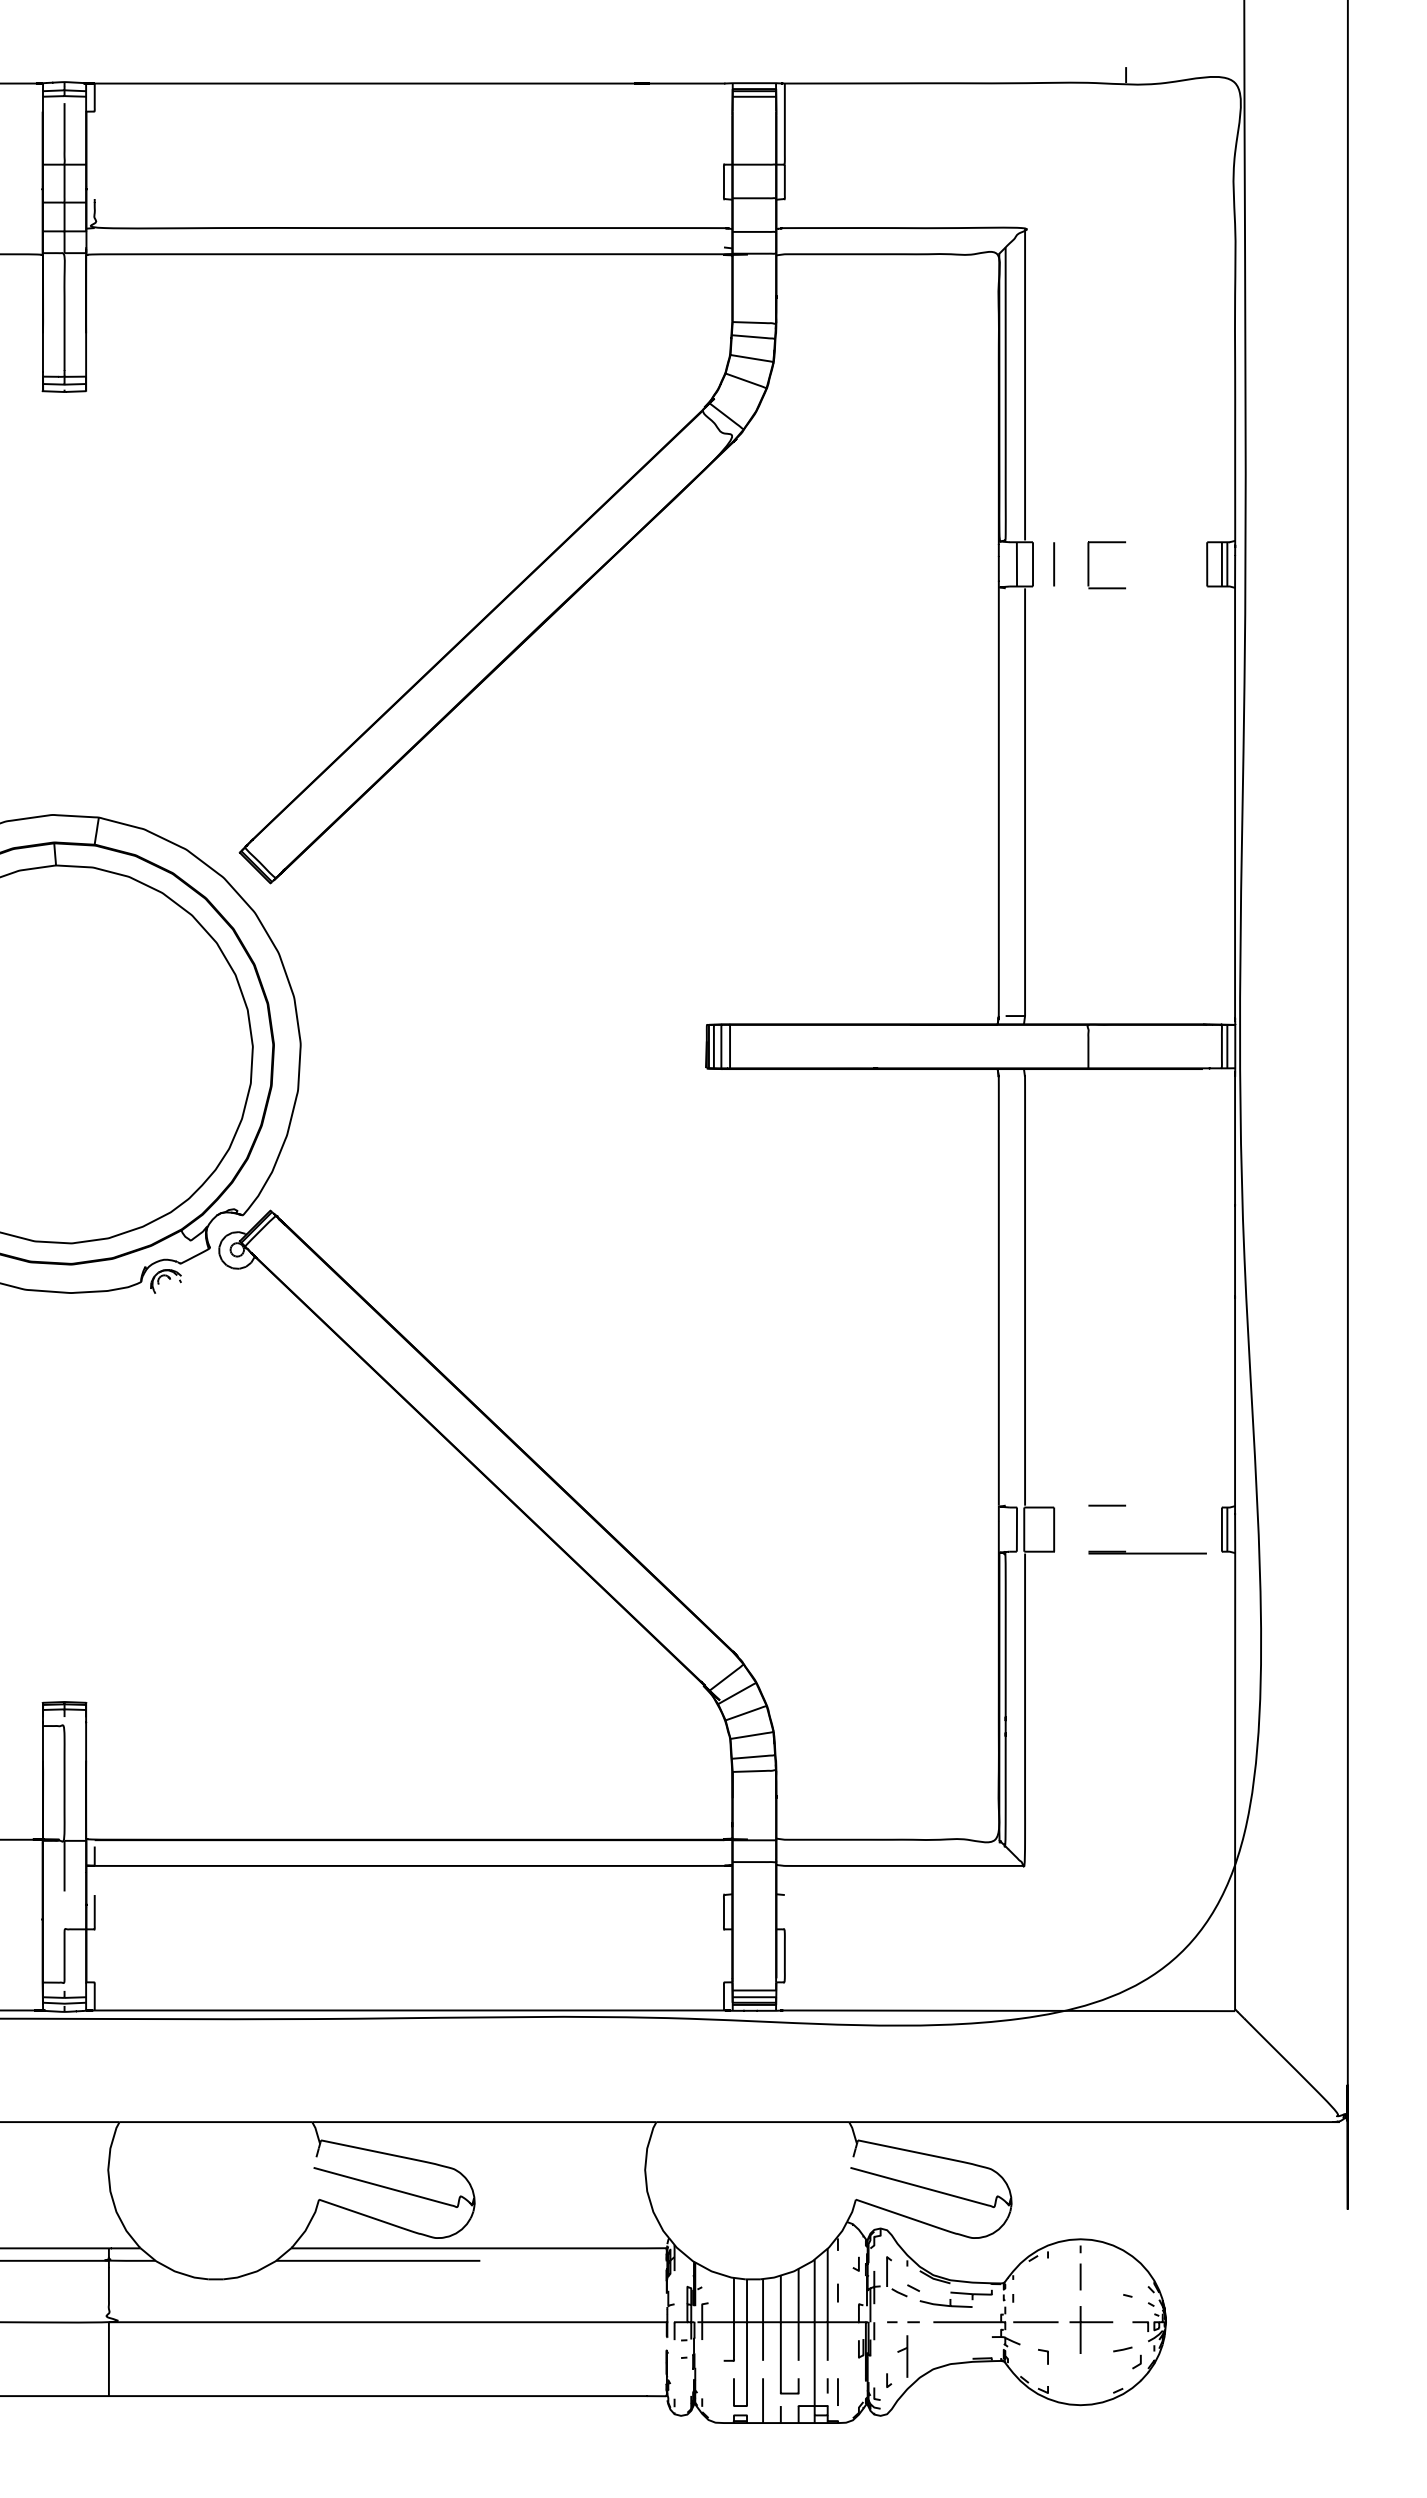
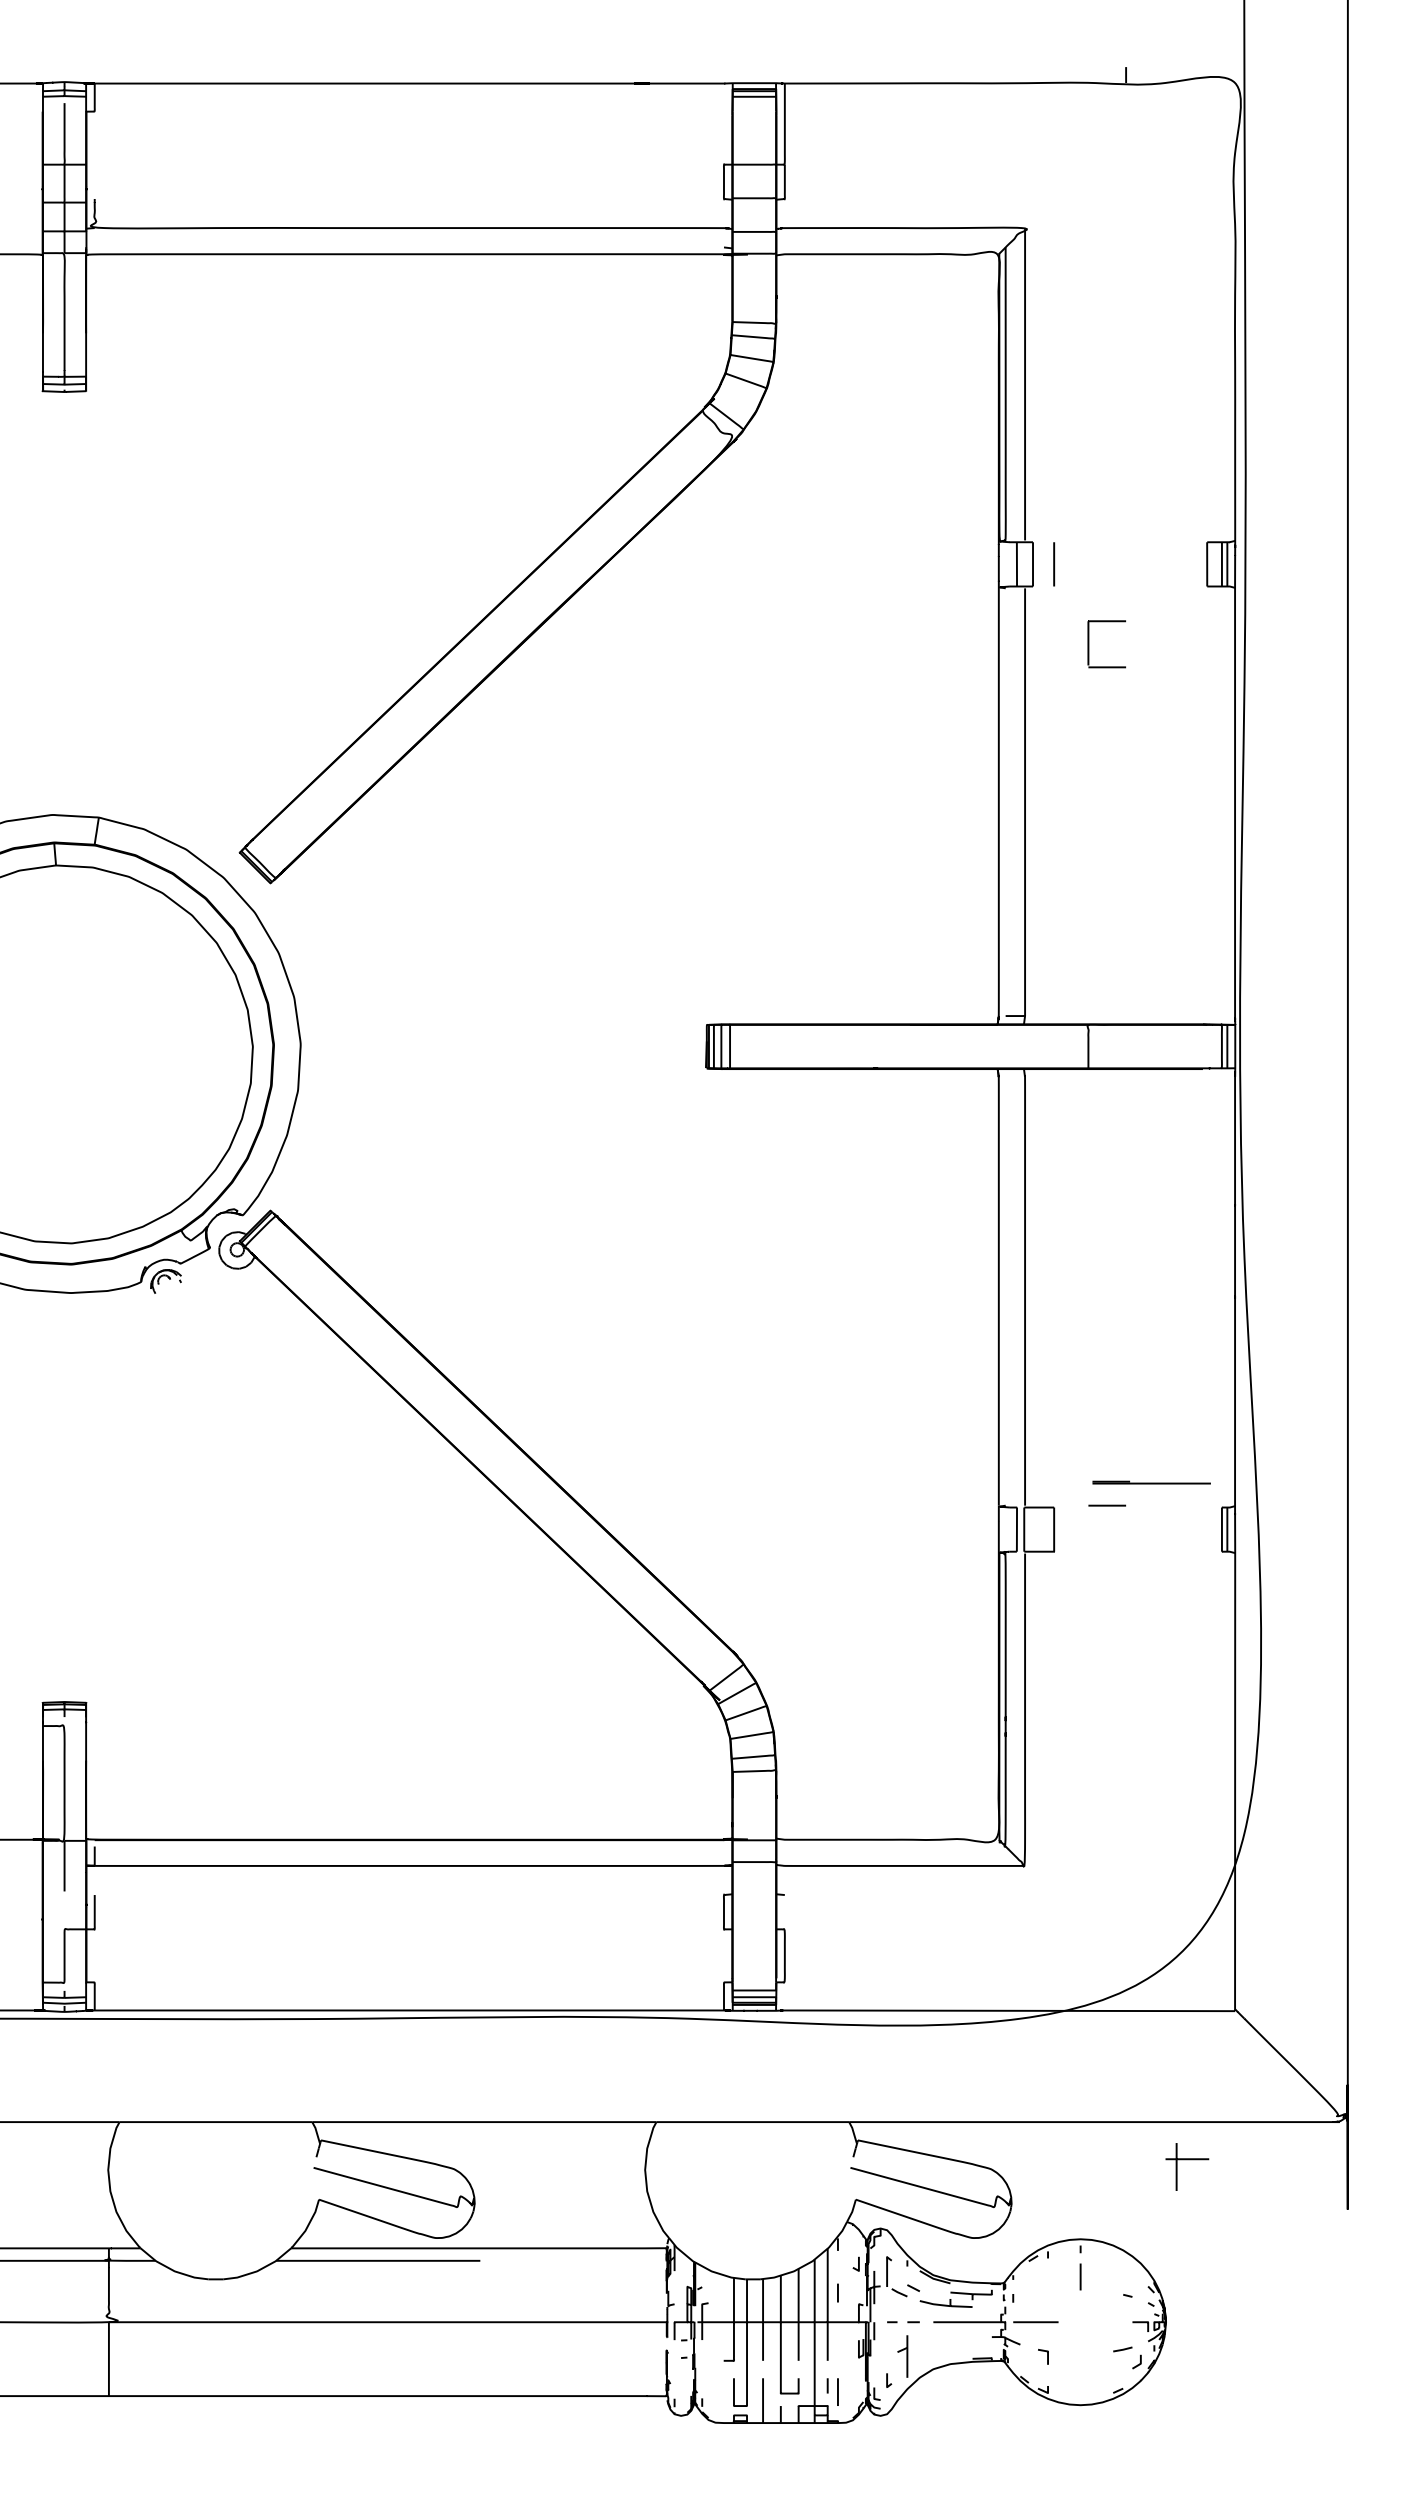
part at (1089, 565) position: (1089, 565) -> (1089, 644)
line at (1147, 1552) position: (1147, 1552) -> (1151, 1482)
part at (1091, 2329) position: (1091, 2329) -> (1187, 2166)
